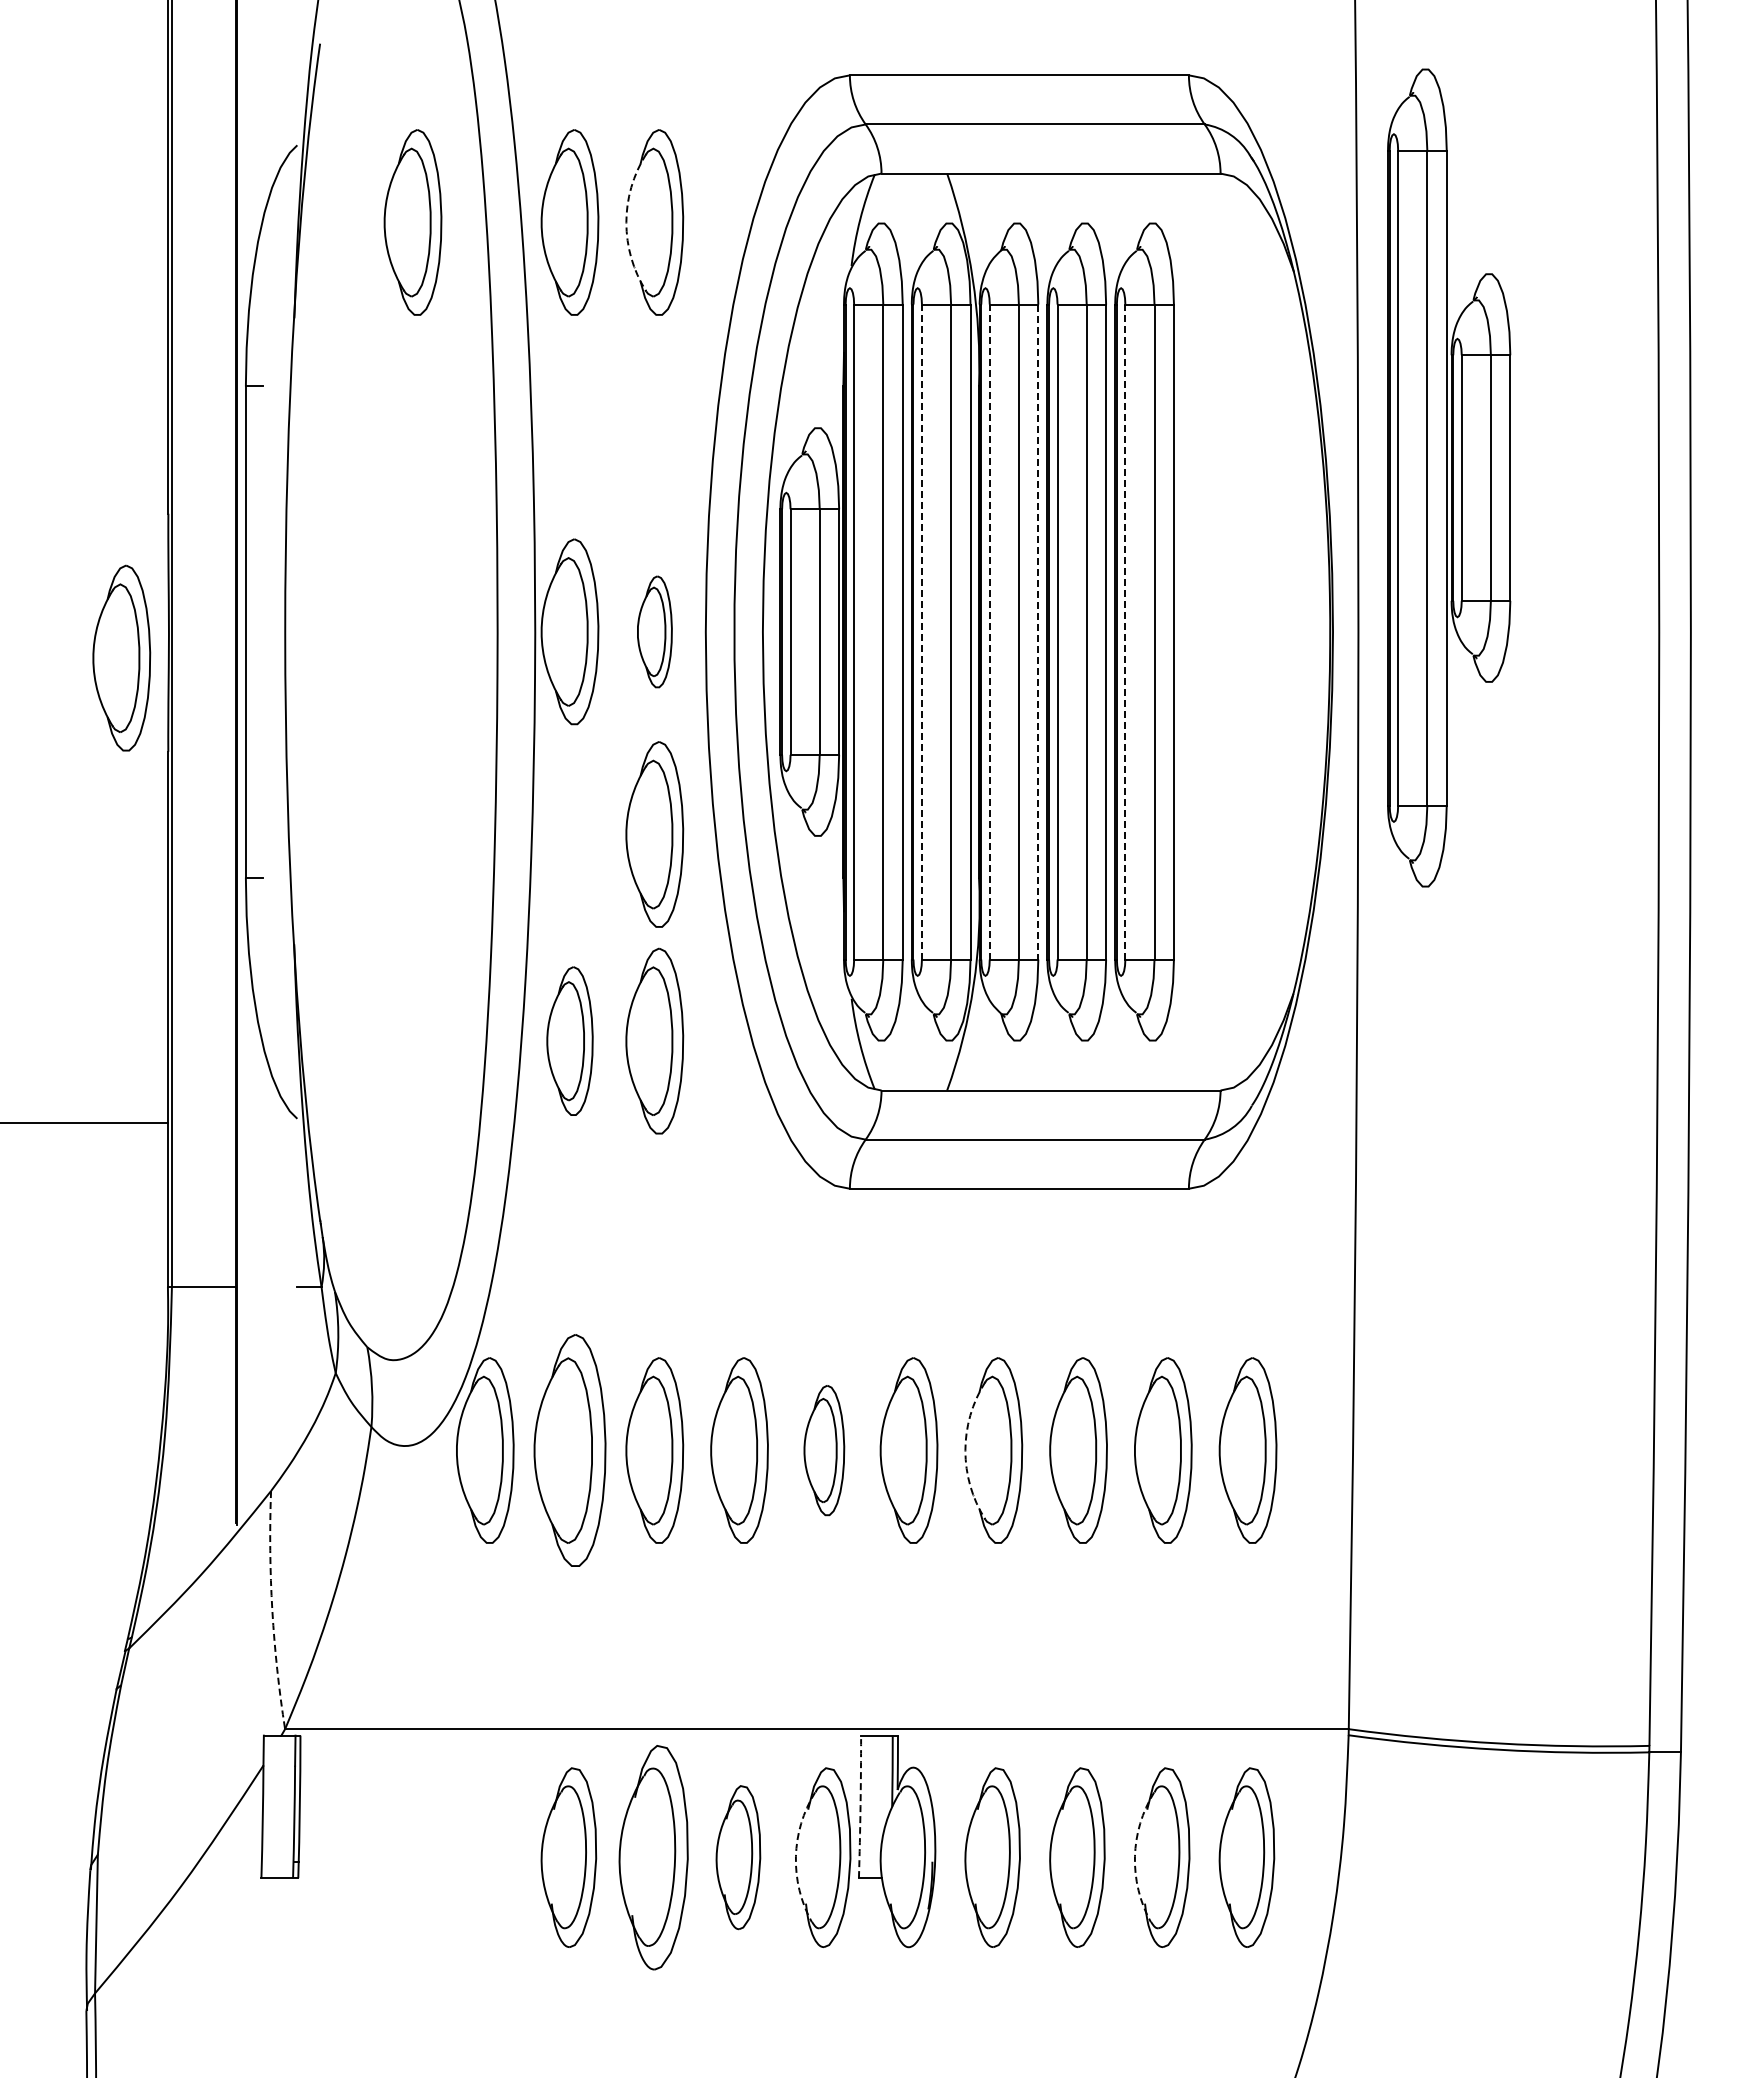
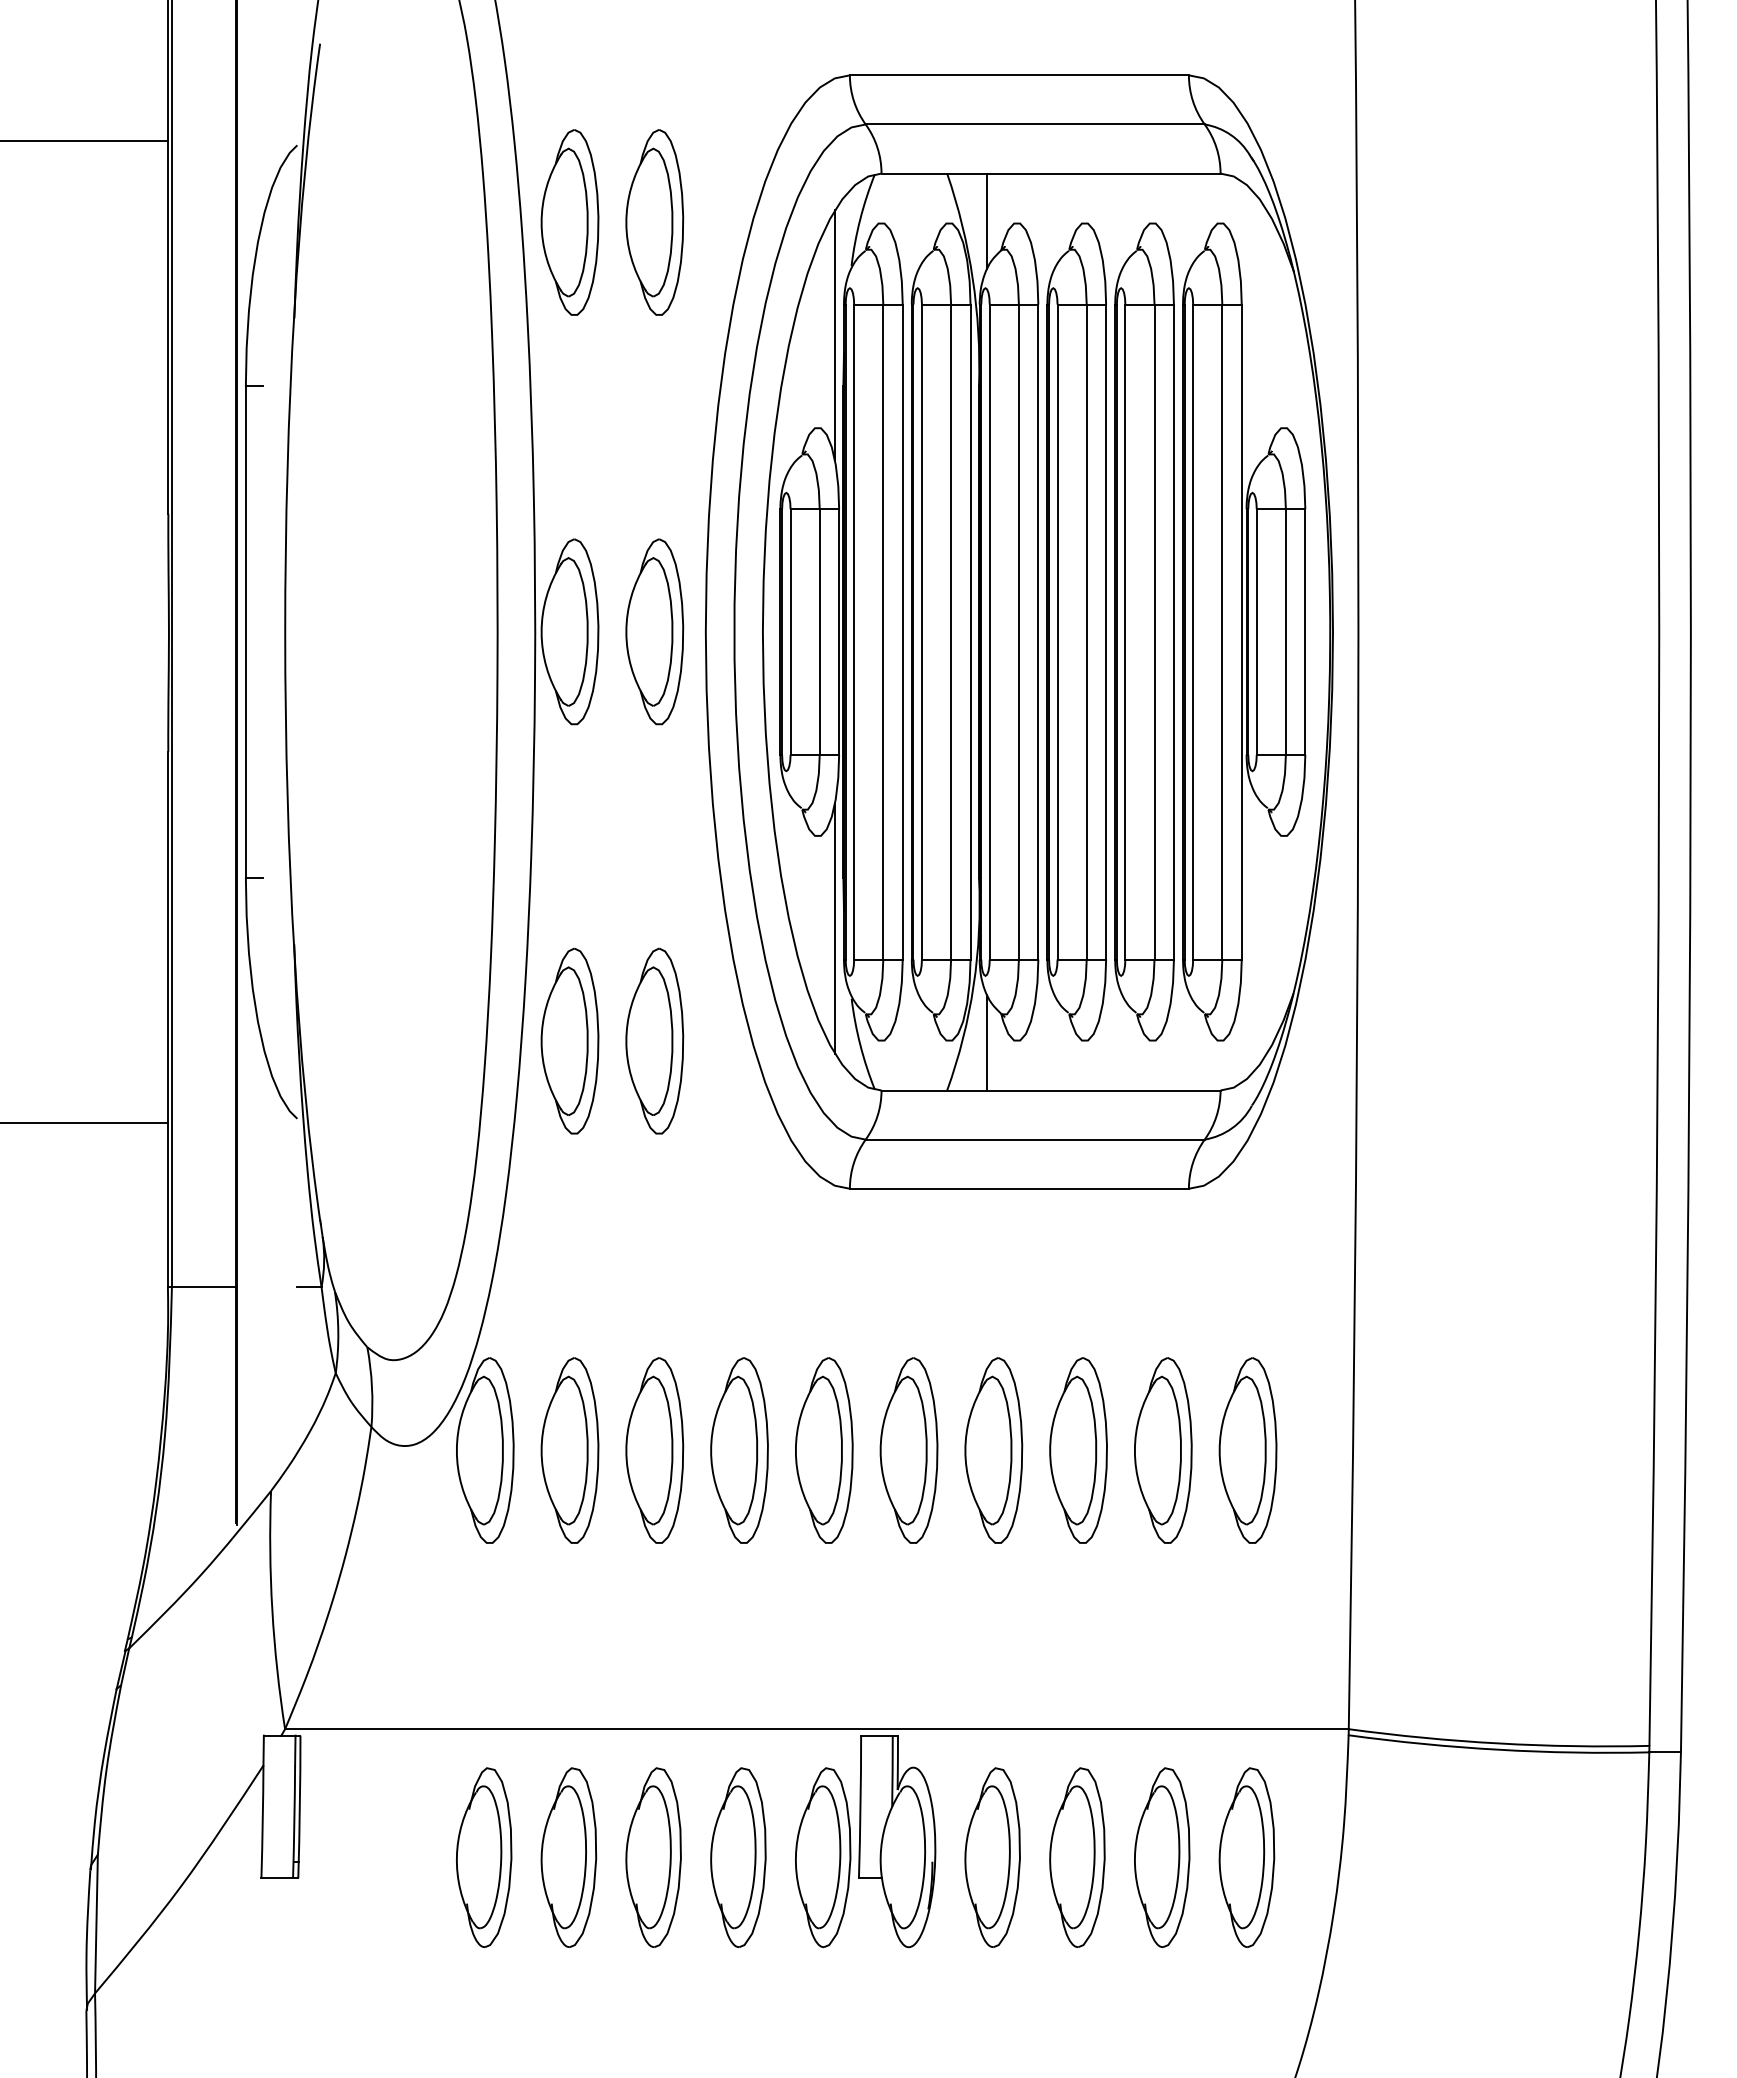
line at (85, 140): none -> present
line at (987, 220): none -> present
part at (412, 222): present -> none
arc at (626, 222): dashed -> solid
line at (834, 335): none -> present
part at (1449, 477) position: (1449, 477) -> (1244, 631)
part at (654, 631) size: 36x114 px -> 60x188 px
line at (921, 631): dashed -> solid
line at (989, 631): dashed -> solid
line at (1125, 631): dashed -> solid
line at (1038, 632): dashed -> solid
part at (121, 657): present -> none
part at (654, 834): present -> none
line at (834, 928): none -> present
part at (569, 1040) size: 48x150 px -> 60x188 px
line at (987, 1042): none -> present
part at (569, 1450) size: 74x233 px -> 60x187 px
part at (824, 1450) size: 43x132 px -> 59x187 px
arc at (965, 1450): dashed -> solid
arc at (272, 1610): dashed -> solid
arc at (860, 1806): dashed -> solid
arc at (795, 1856): dashed -> solid
arc at (1134, 1856): dashed -> solid
part at (484, 1857): none -> present
part at (653, 1857) size: 71x226 px -> 57x181 px
part at (738, 1857) size: 47x146 px -> 57x181 px
